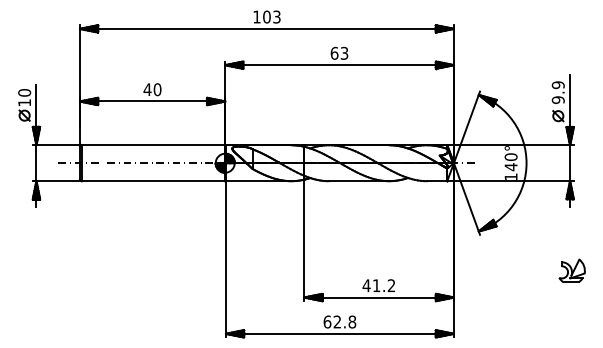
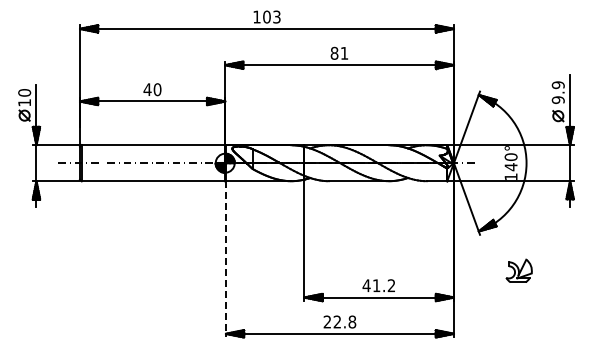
text at (339, 52): 63 -> 81
line at (225, 259): solid -> dashed
part at (571, 270) position: (571, 270) -> (518, 270)
text at (327, 321): 62.8 -> 22.8
